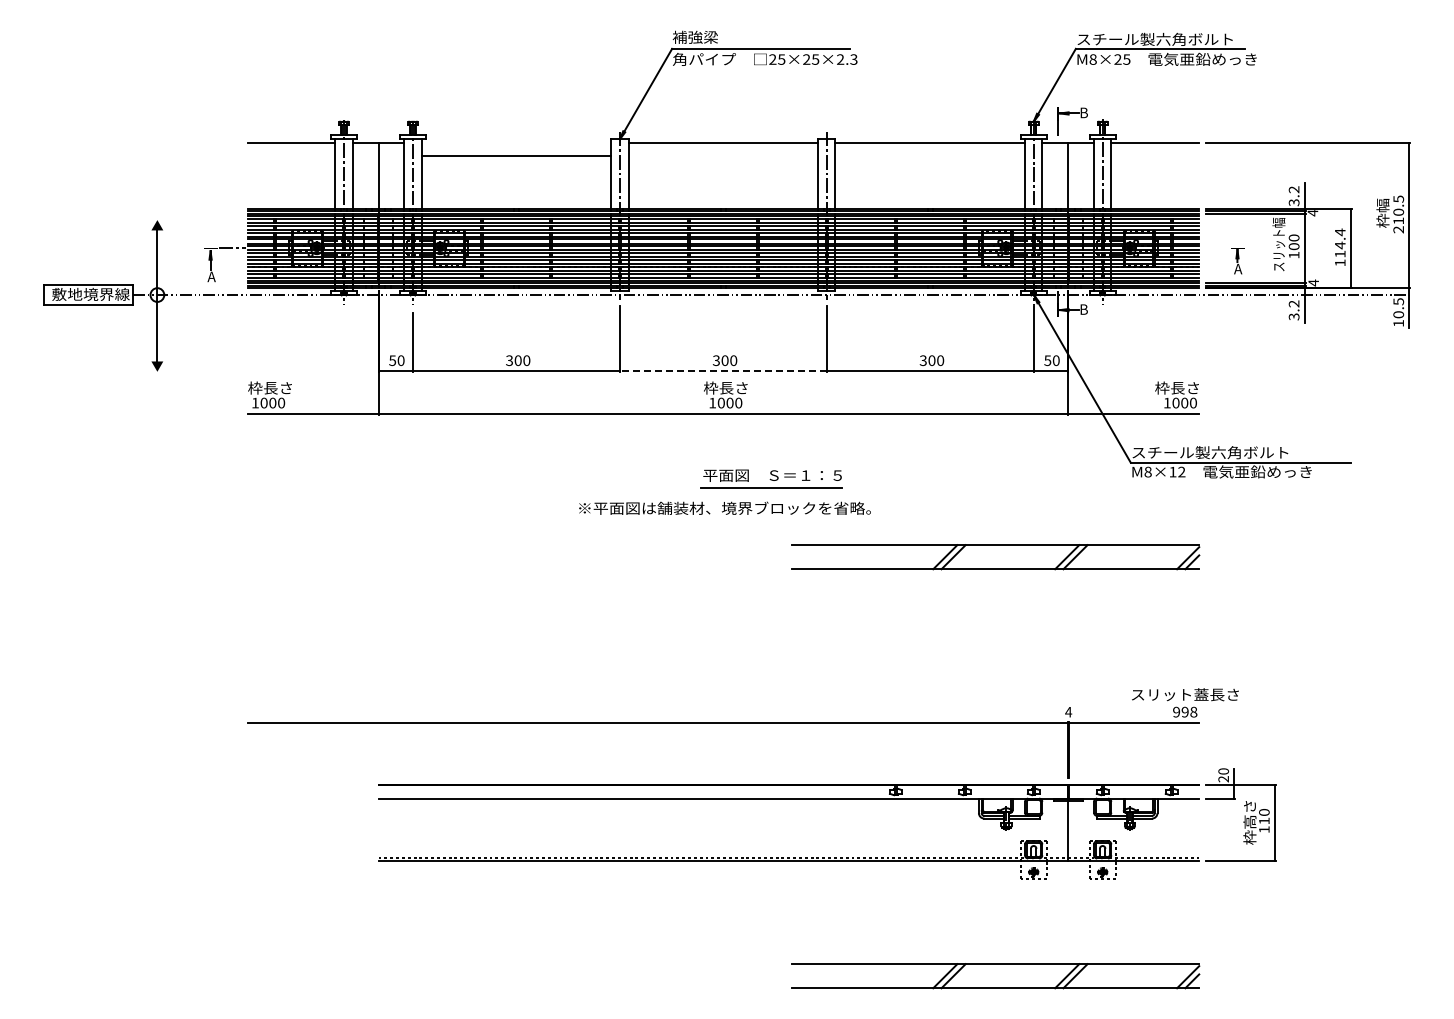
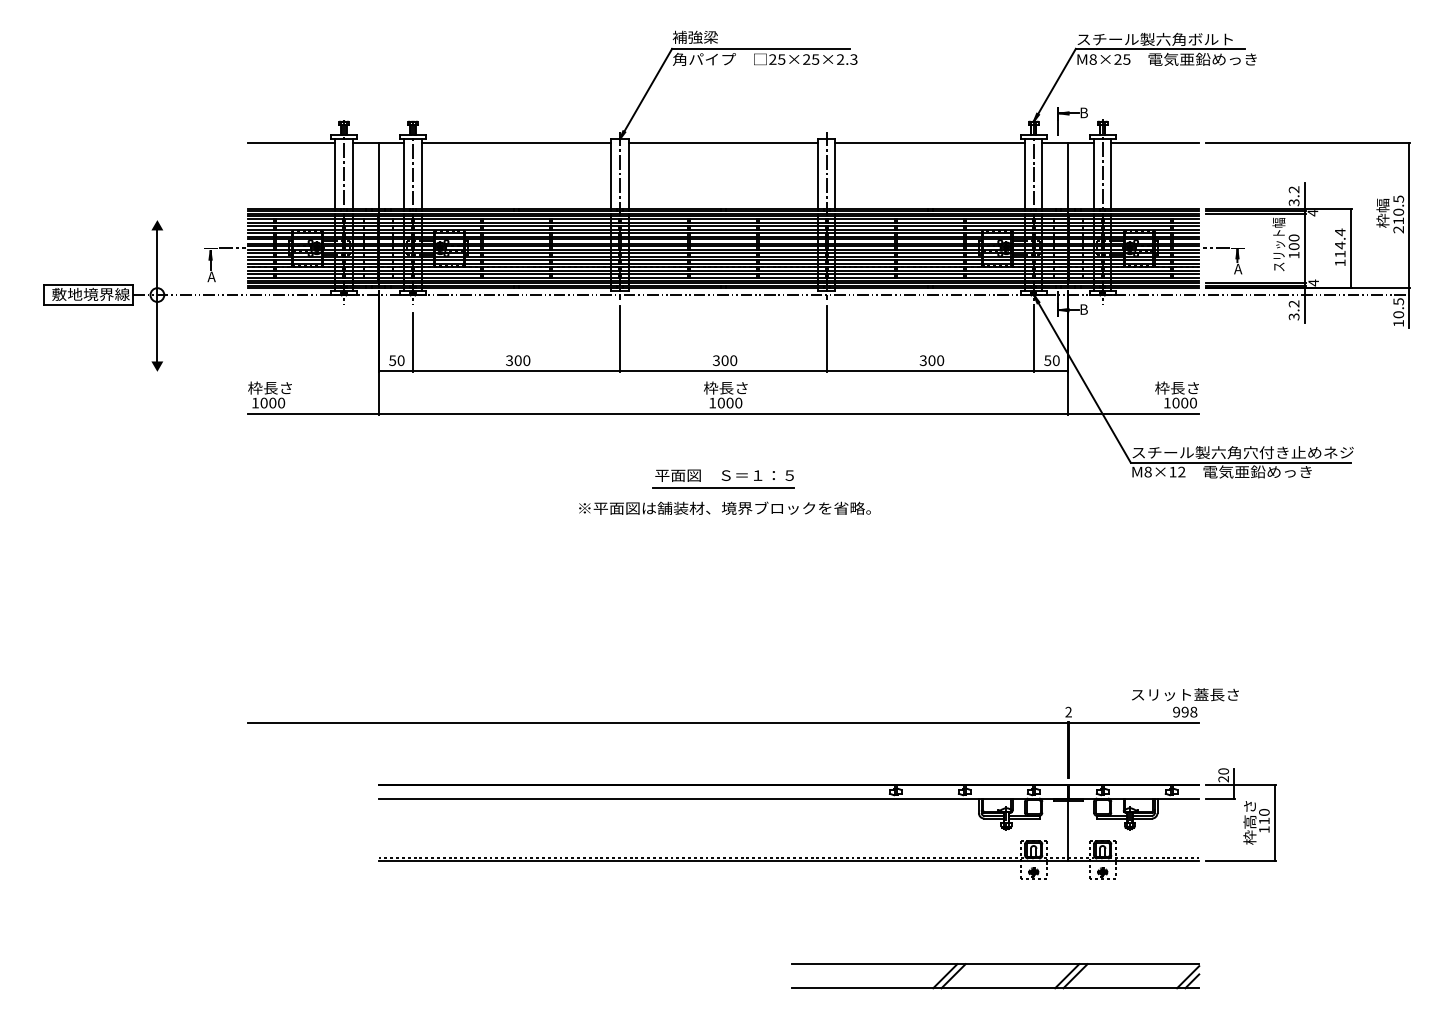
line at (516, 155) position: (516, 155) -> (516, 142)
line at (1216, 248): none -> present
line at (722, 371): dashed -> solid
text at (1298, 452): スチール製六角ボルト -> スチール製六角穴付き止めネジ
part at (771, 478) position: (771, 478) -> (723, 478)
part at (995, 557): present -> none
text at (1068, 711): 4 -> 2
